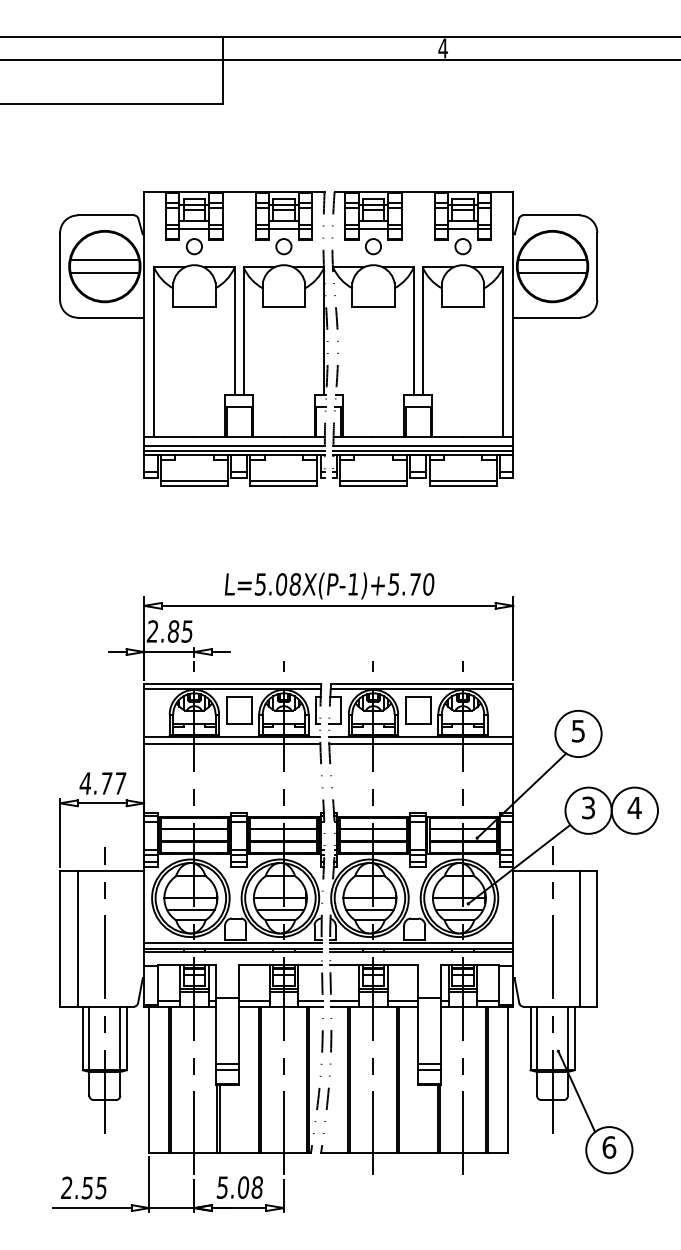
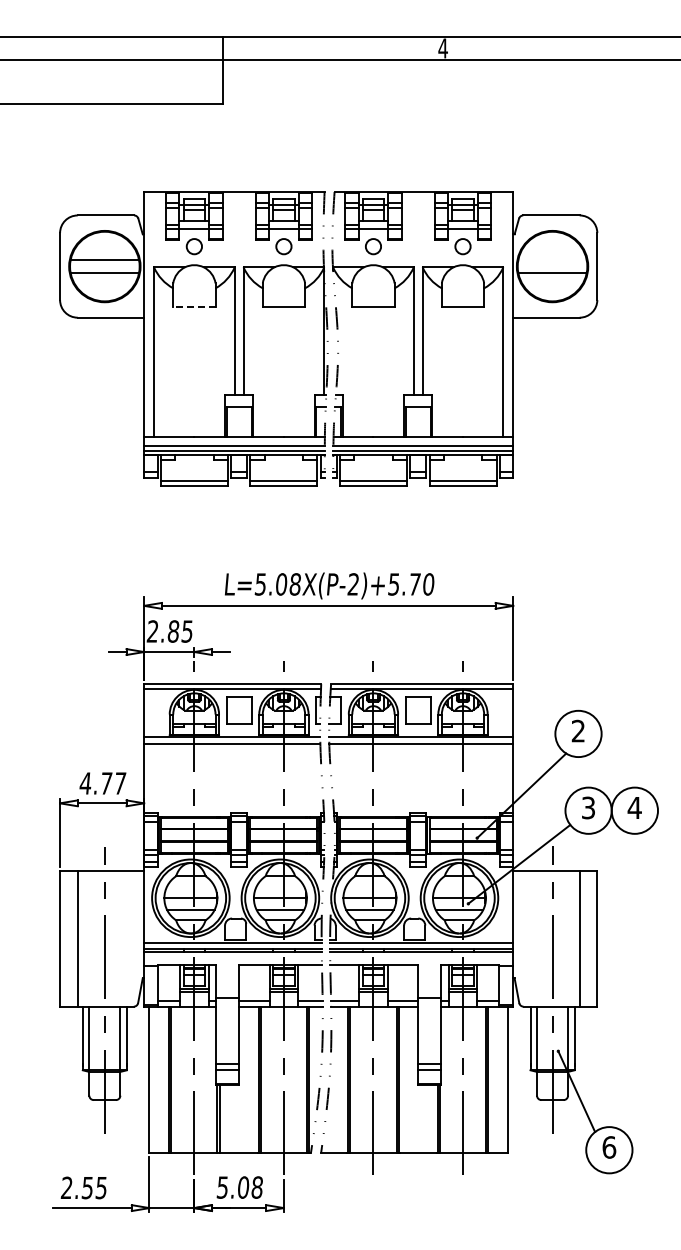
line at (552, 259): present -> none
line at (193, 307): solid -> dashed
text at (352, 584): L=5.08X(P-1)+5.70 -> L=5.08X(P-2)+5.70
text at (577, 730): 5 -> 2
